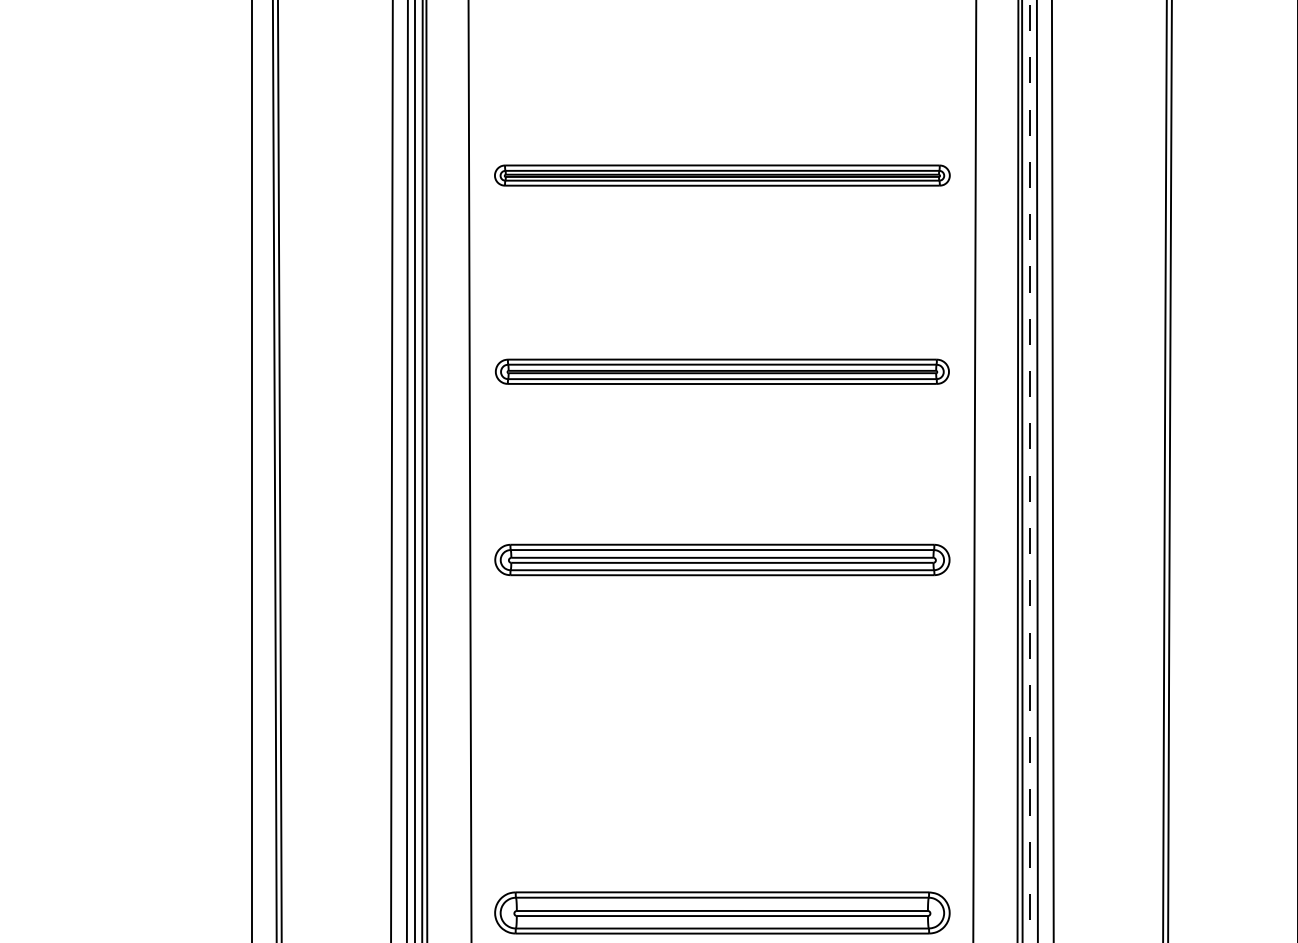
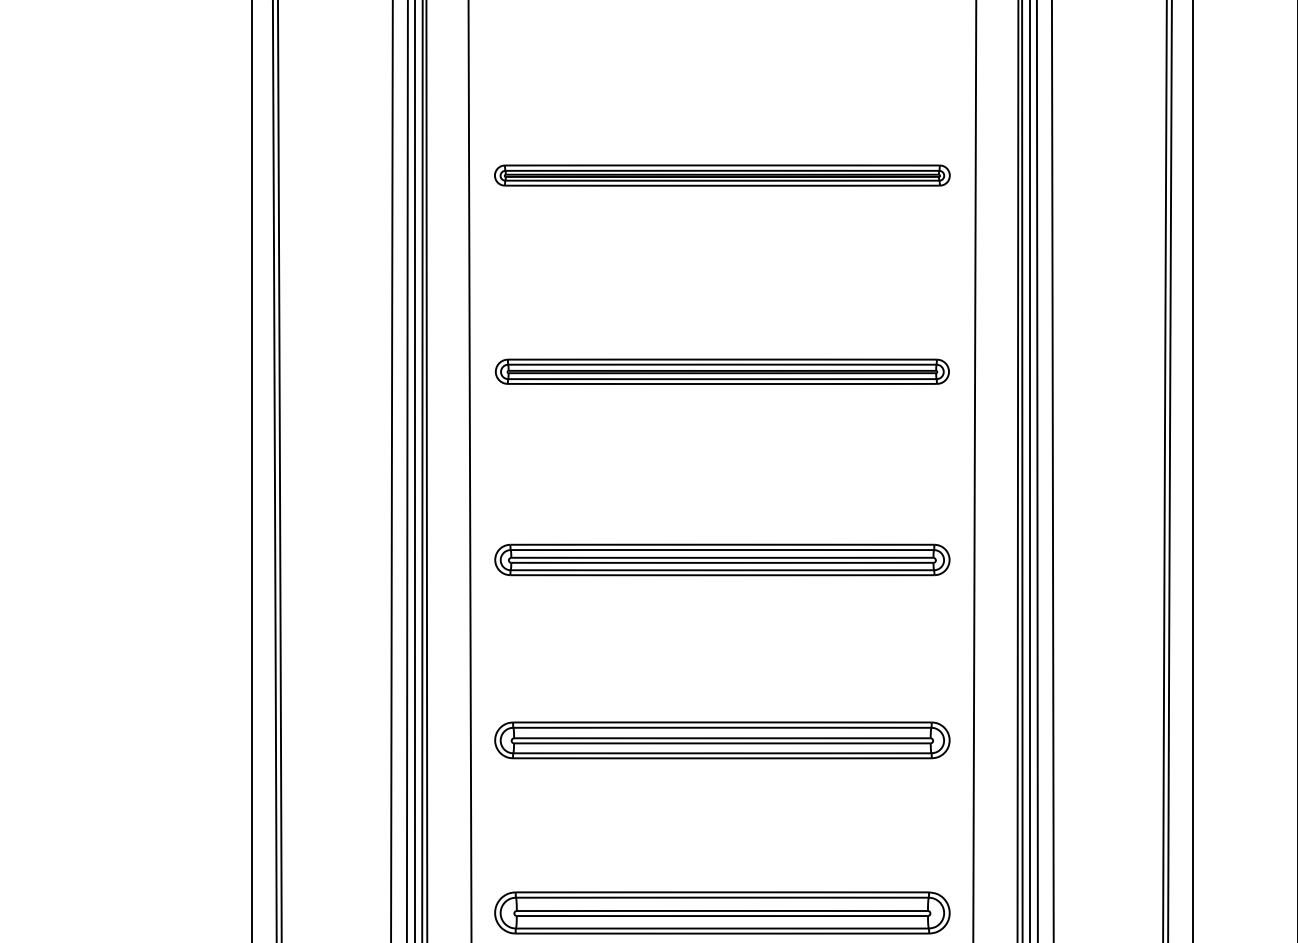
line at (1193, 470): none -> present
line at (1029, 471): dashed -> solid
part at (722, 740): none -> present
